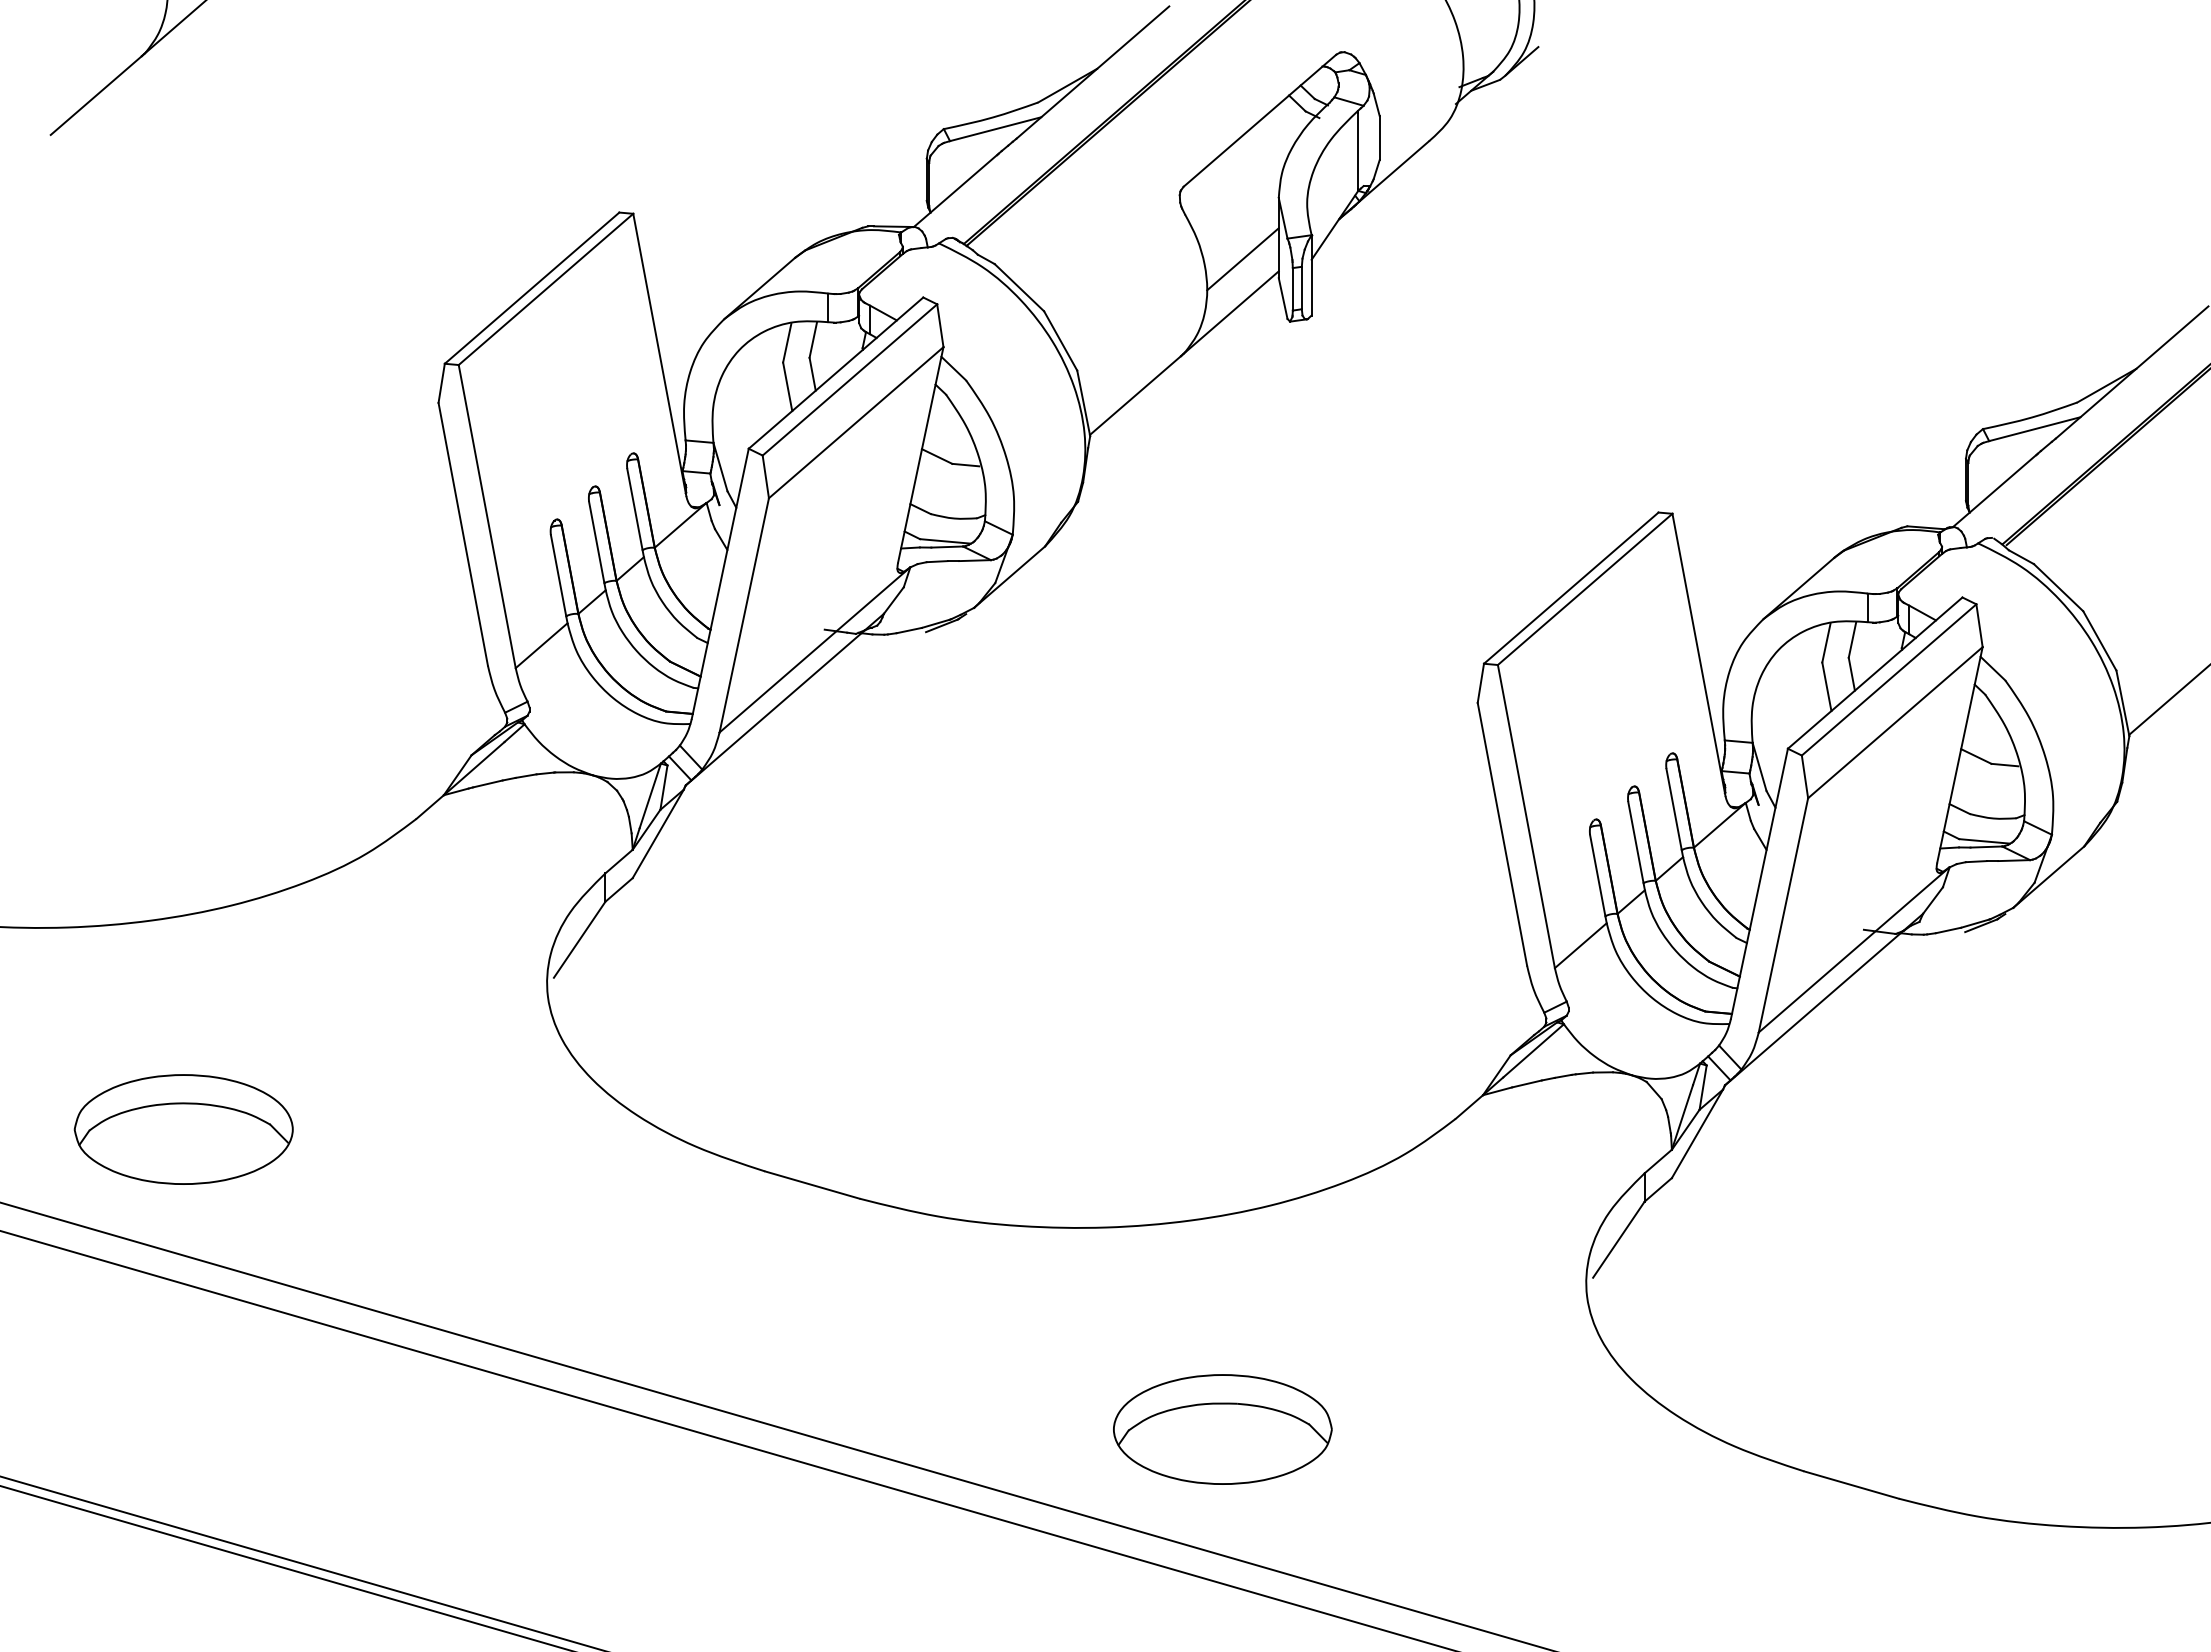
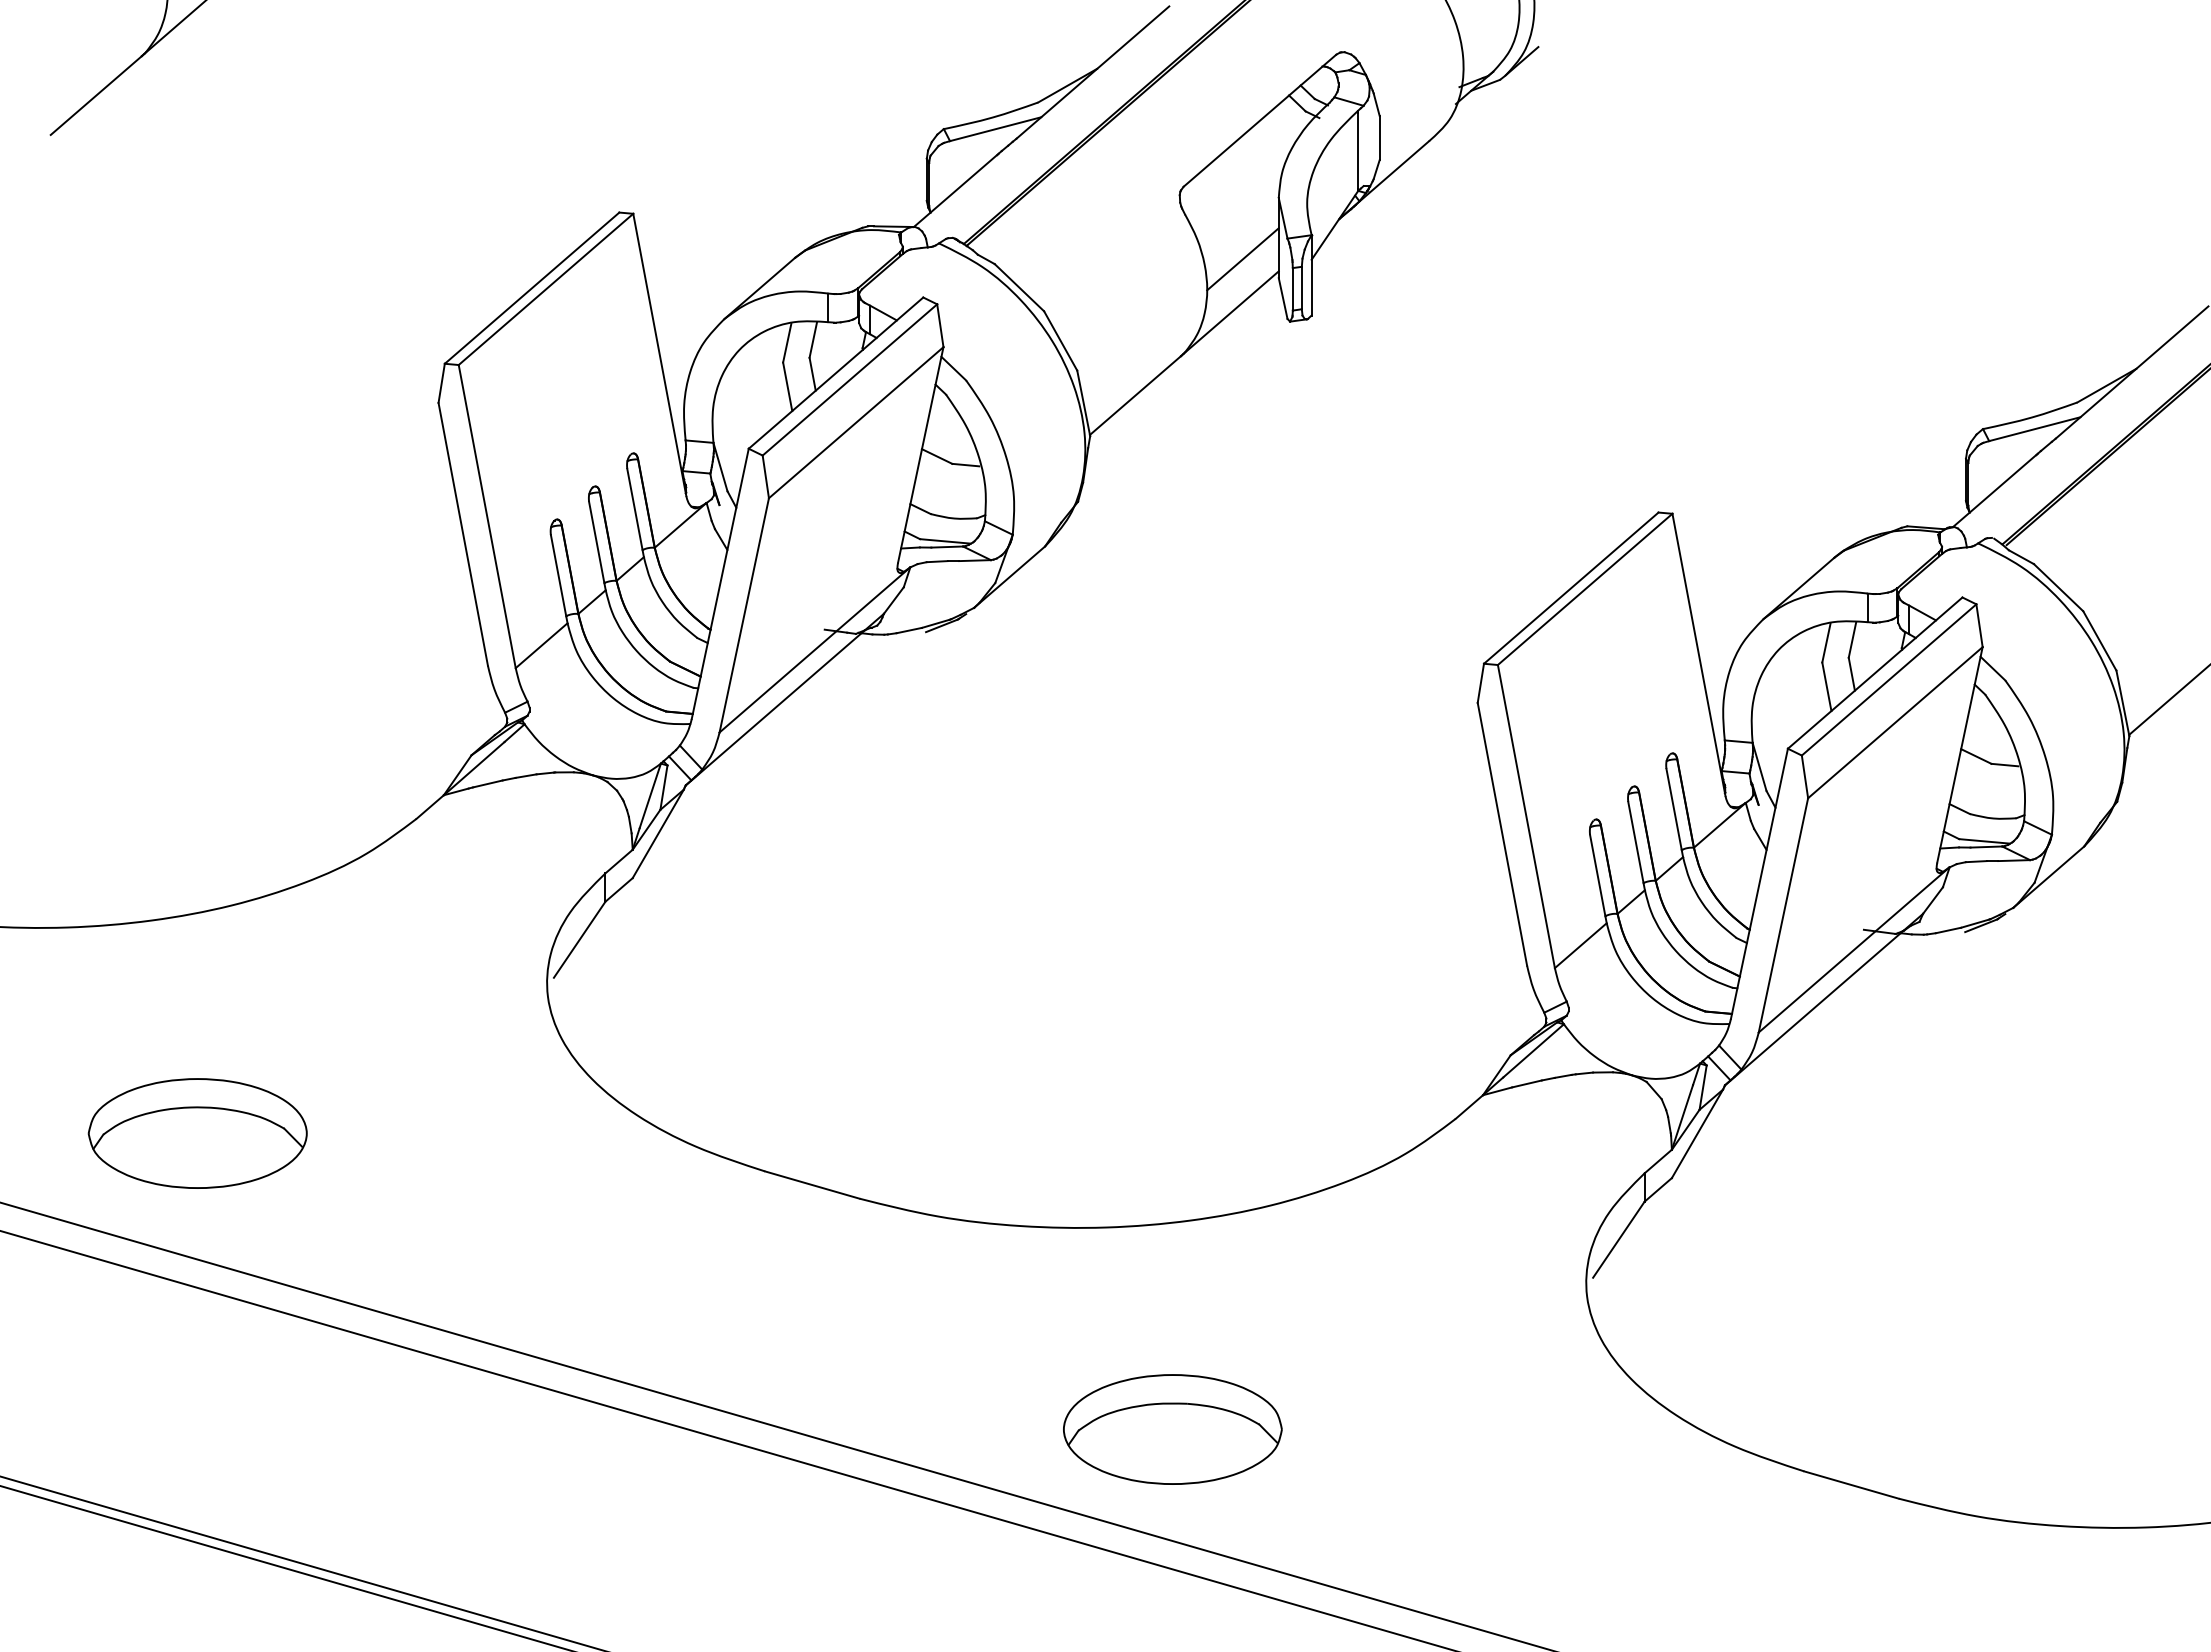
part at (183, 1129) position: (183, 1129) -> (197, 1133)
part at (1222, 1429) position: (1222, 1429) -> (1172, 1429)
